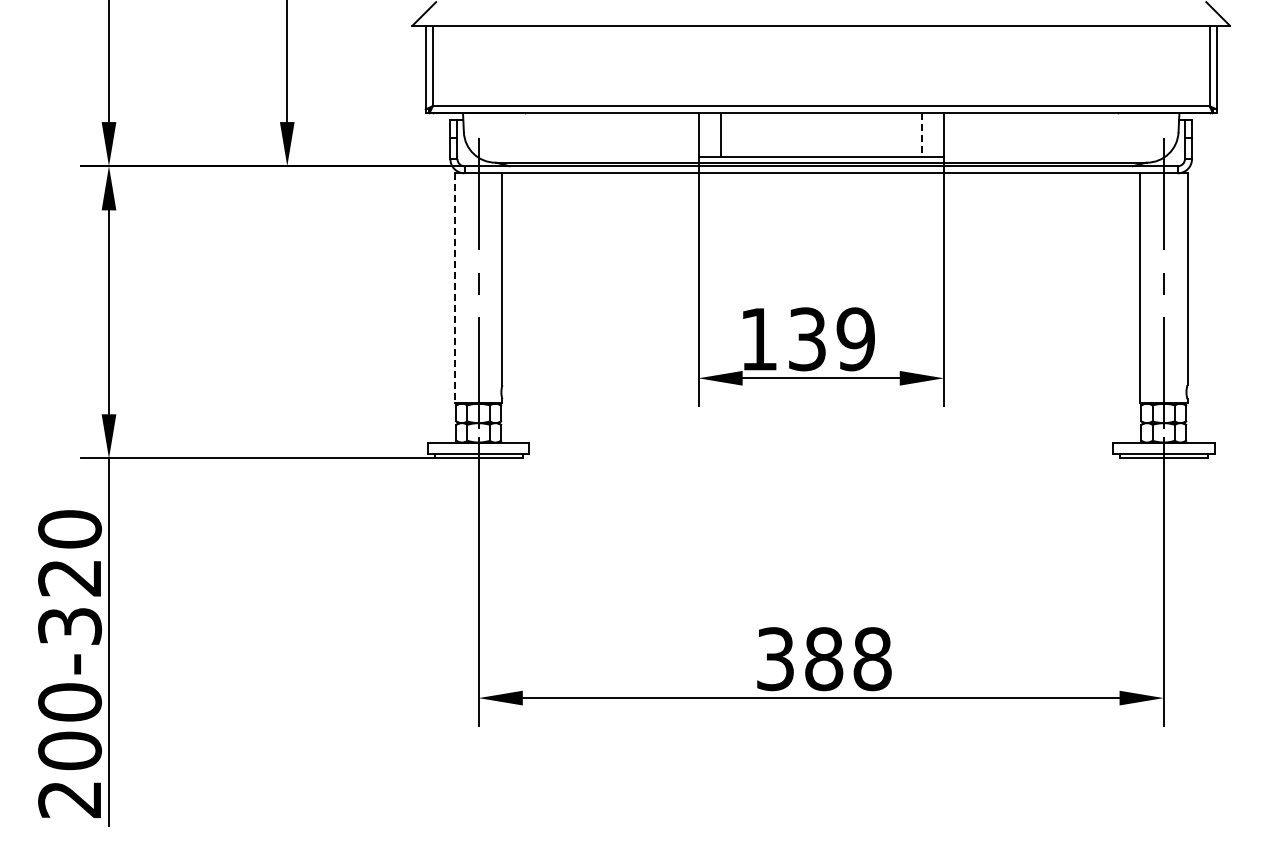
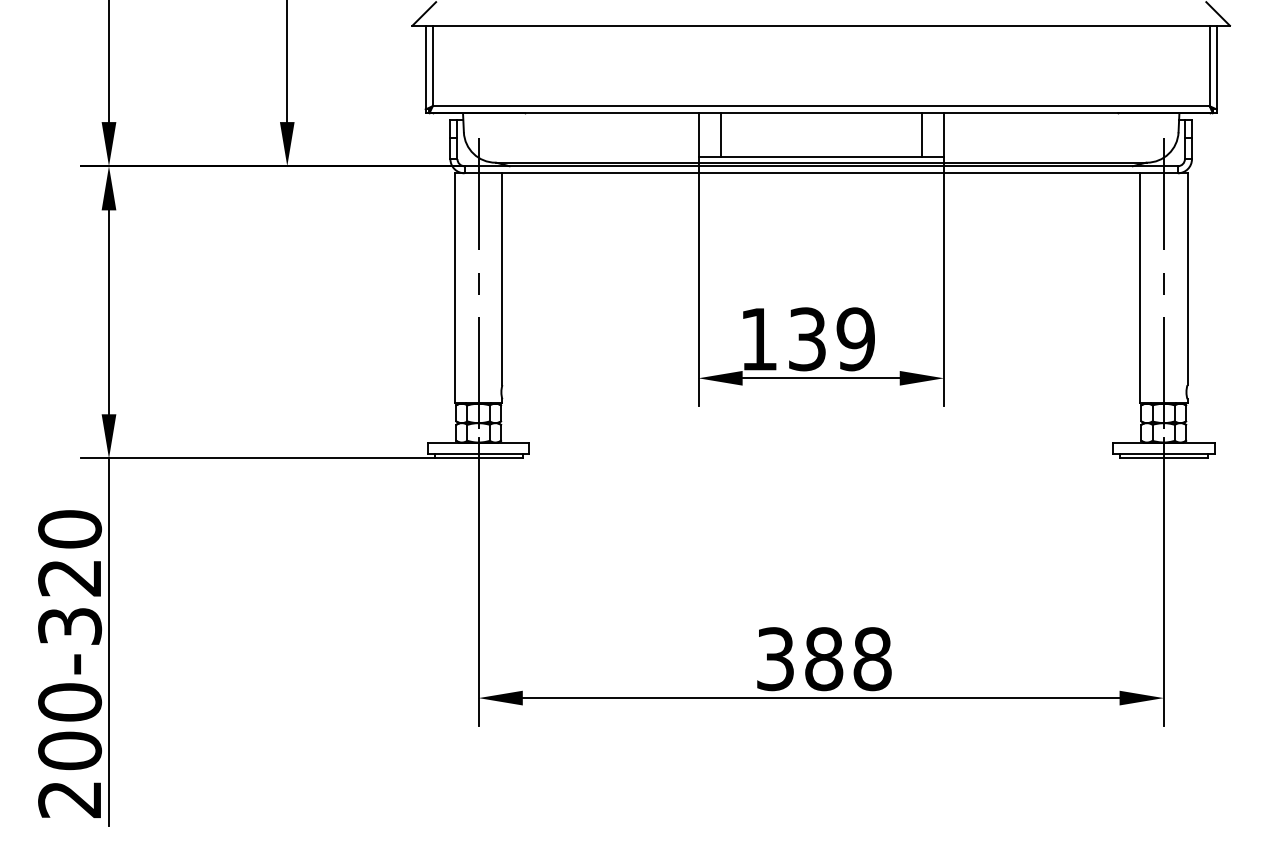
line at (921, 135): dashed -> solid
line at (454, 288): dashed -> solid
